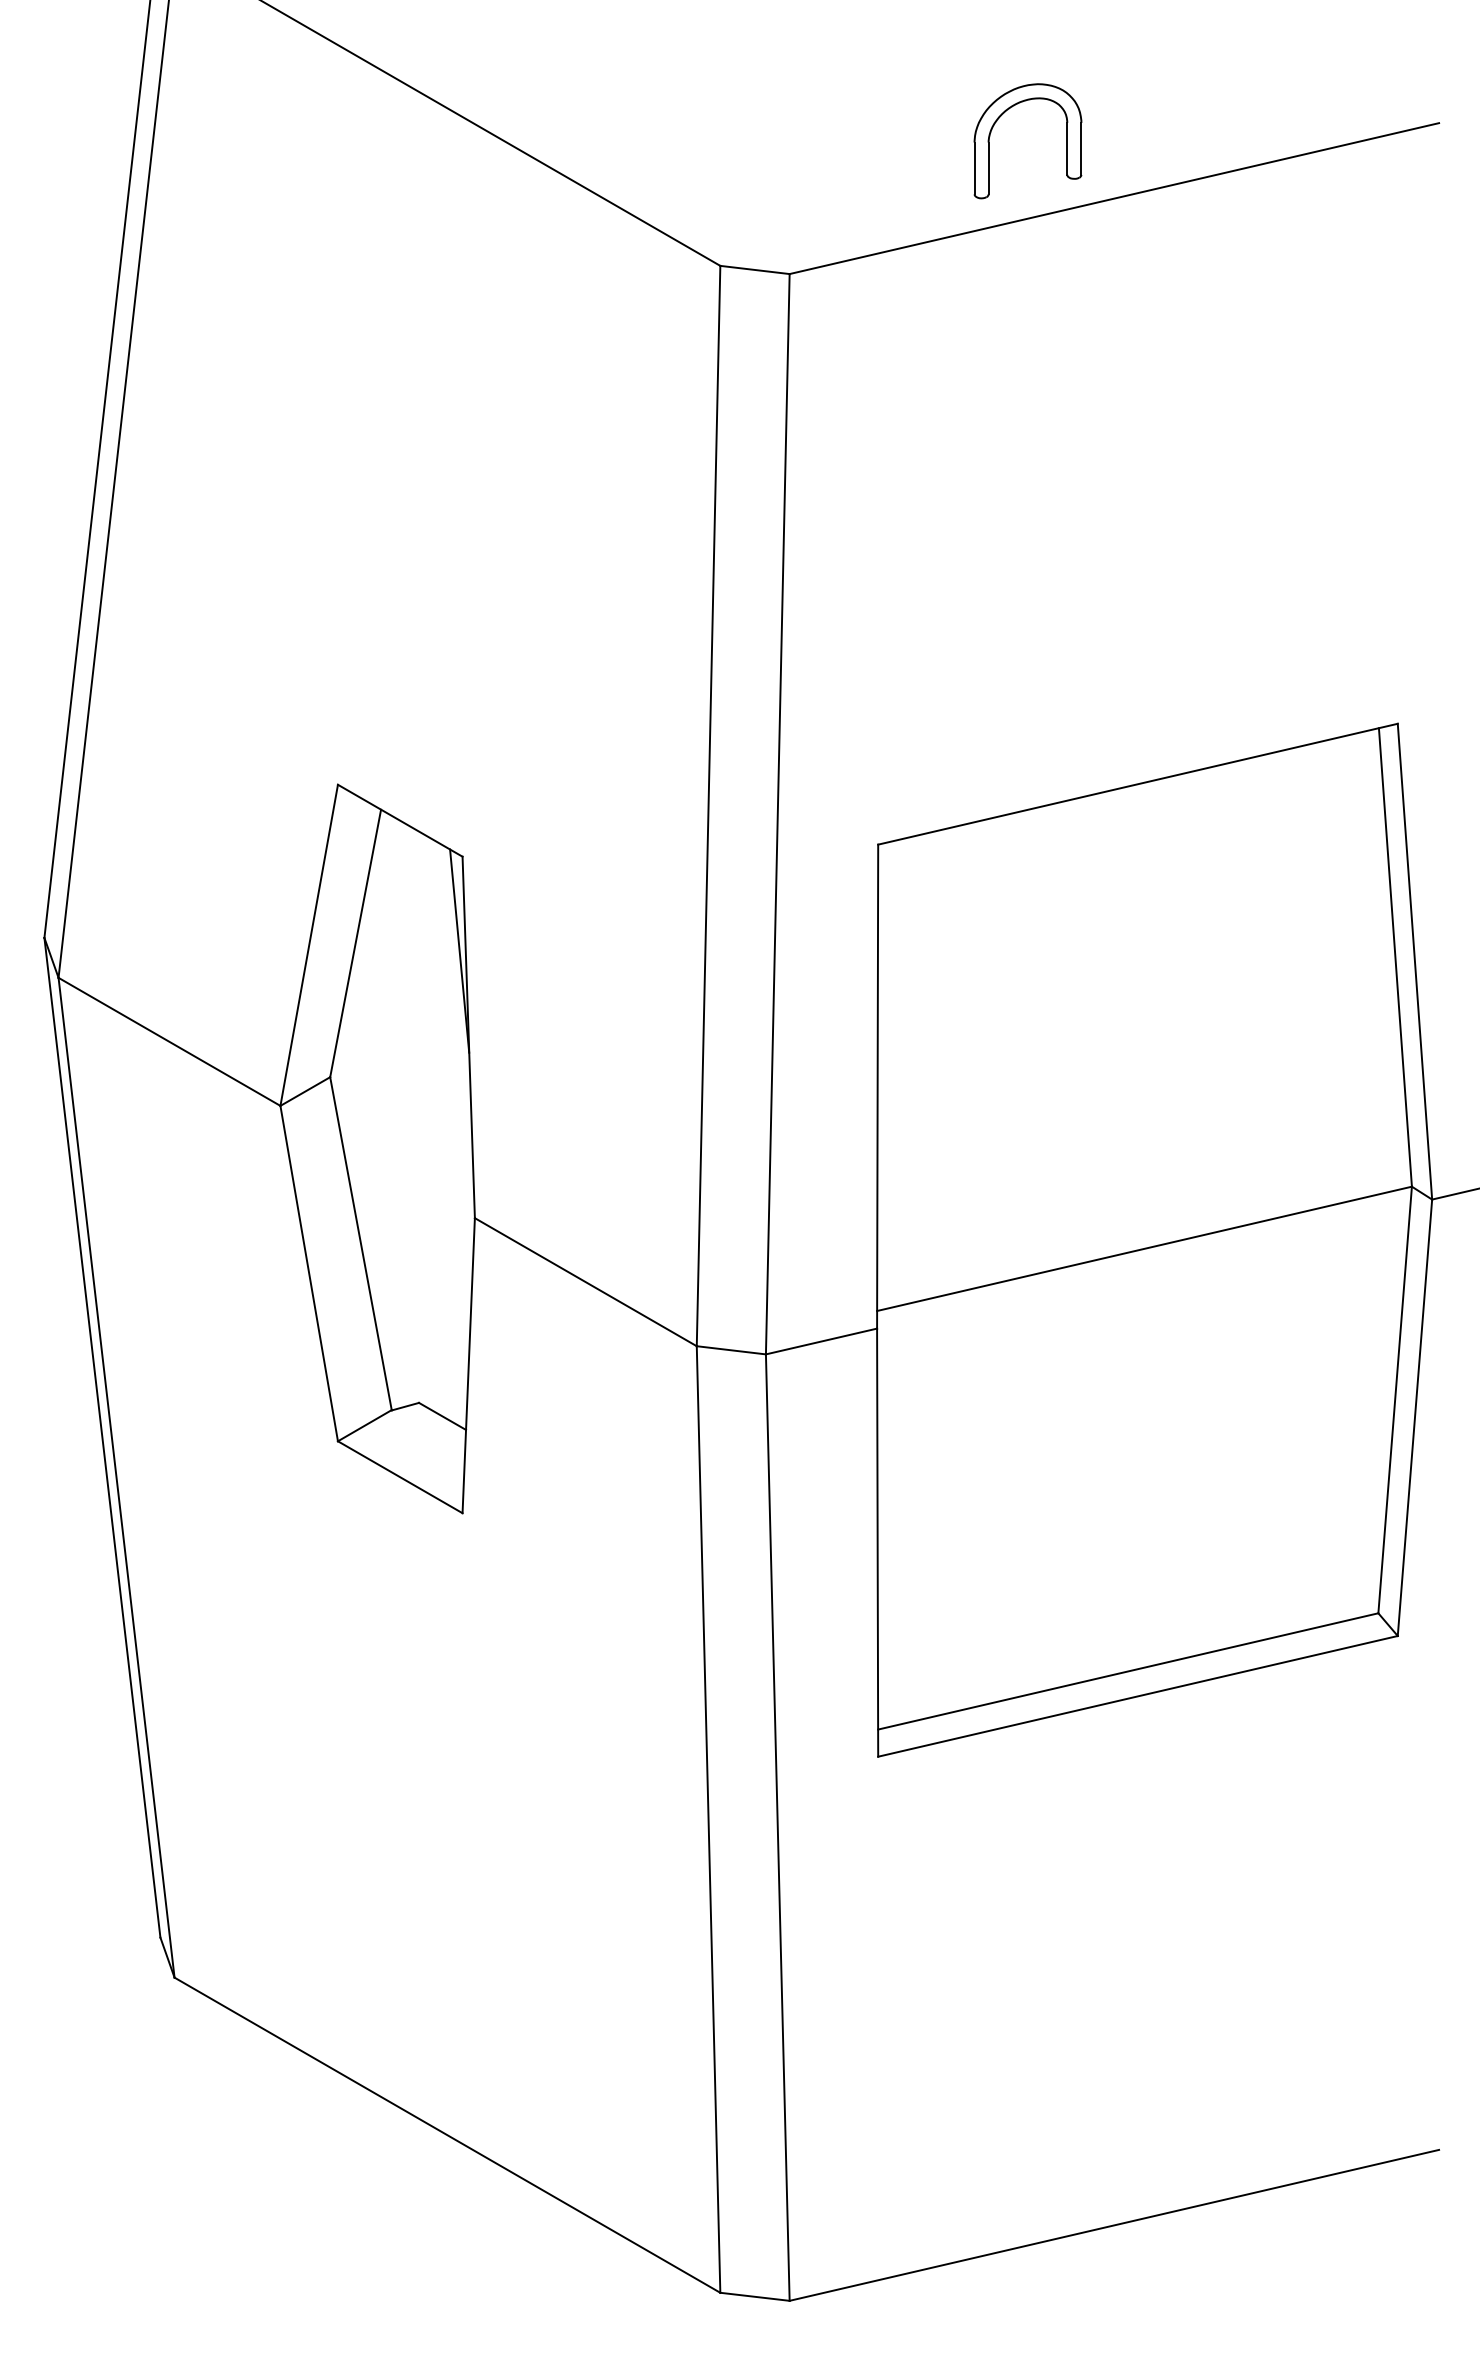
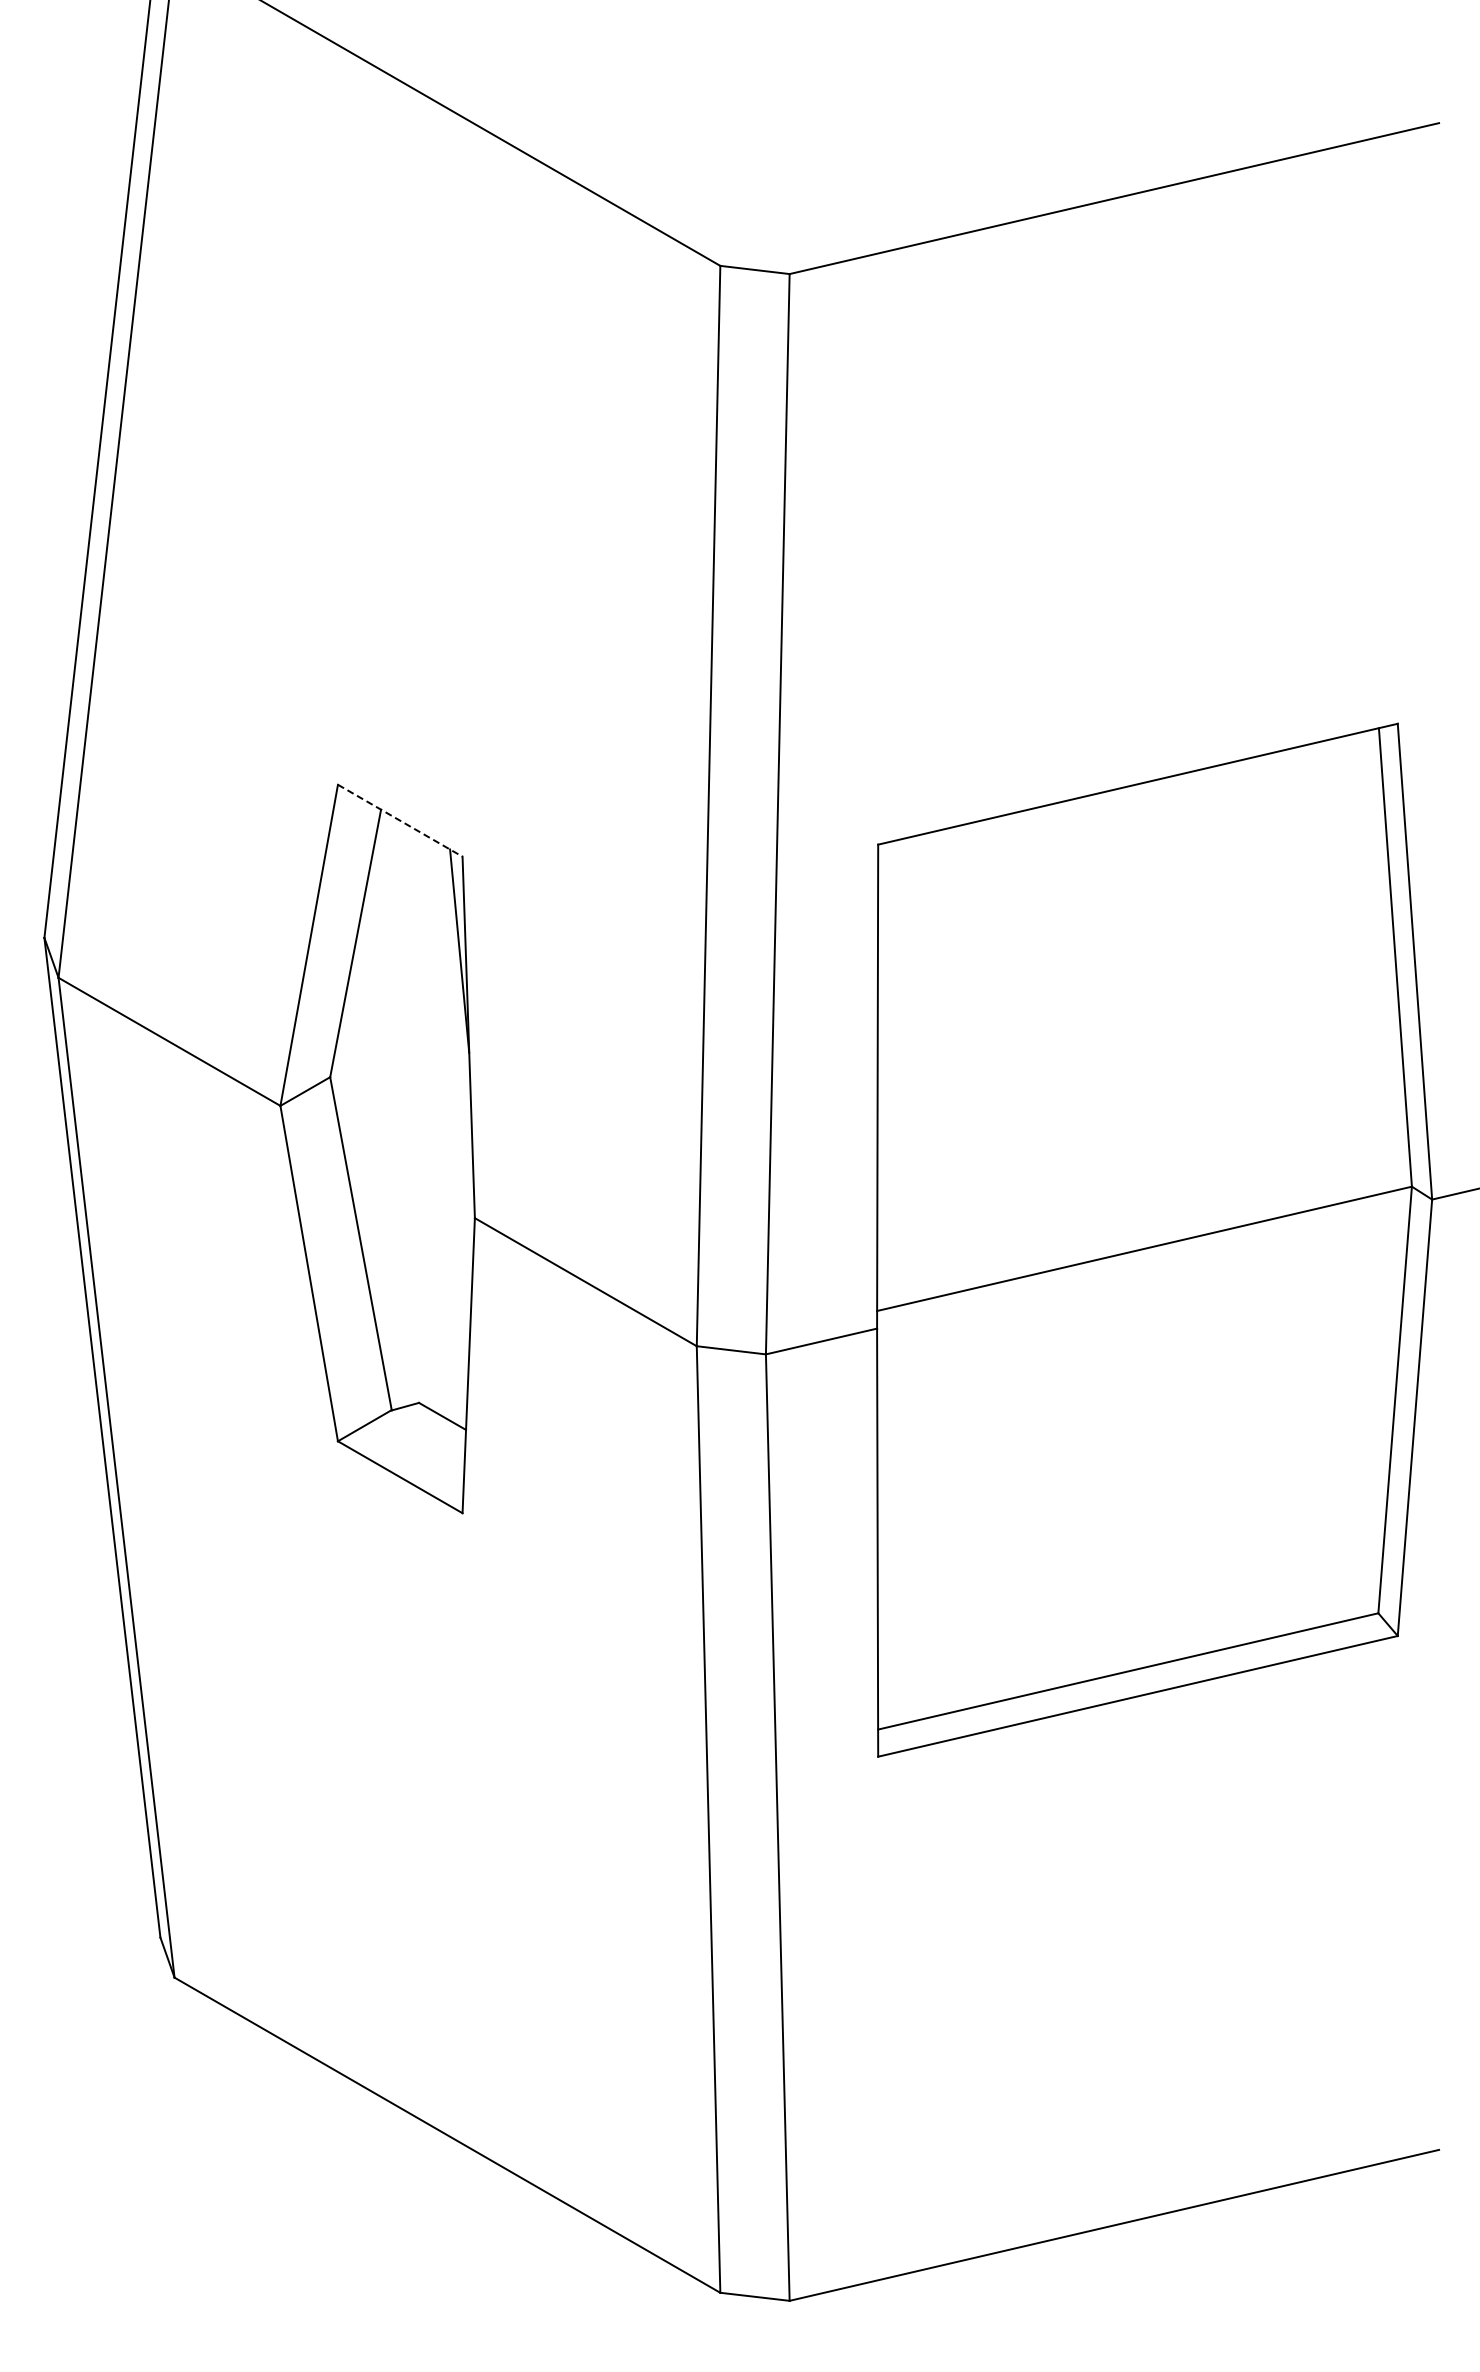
part at (997, 121): present -> none
line at (400, 820): solid -> dashed
